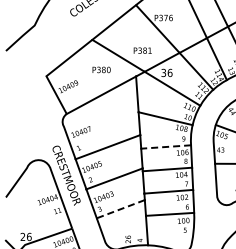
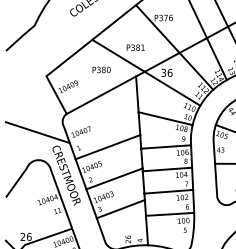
text at (142, 50) position: (142, 50) -> (135, 47)
line at (37, 132): none -> present
line at (166, 146): dashed -> solid
line at (120, 209): dashed -> solid
